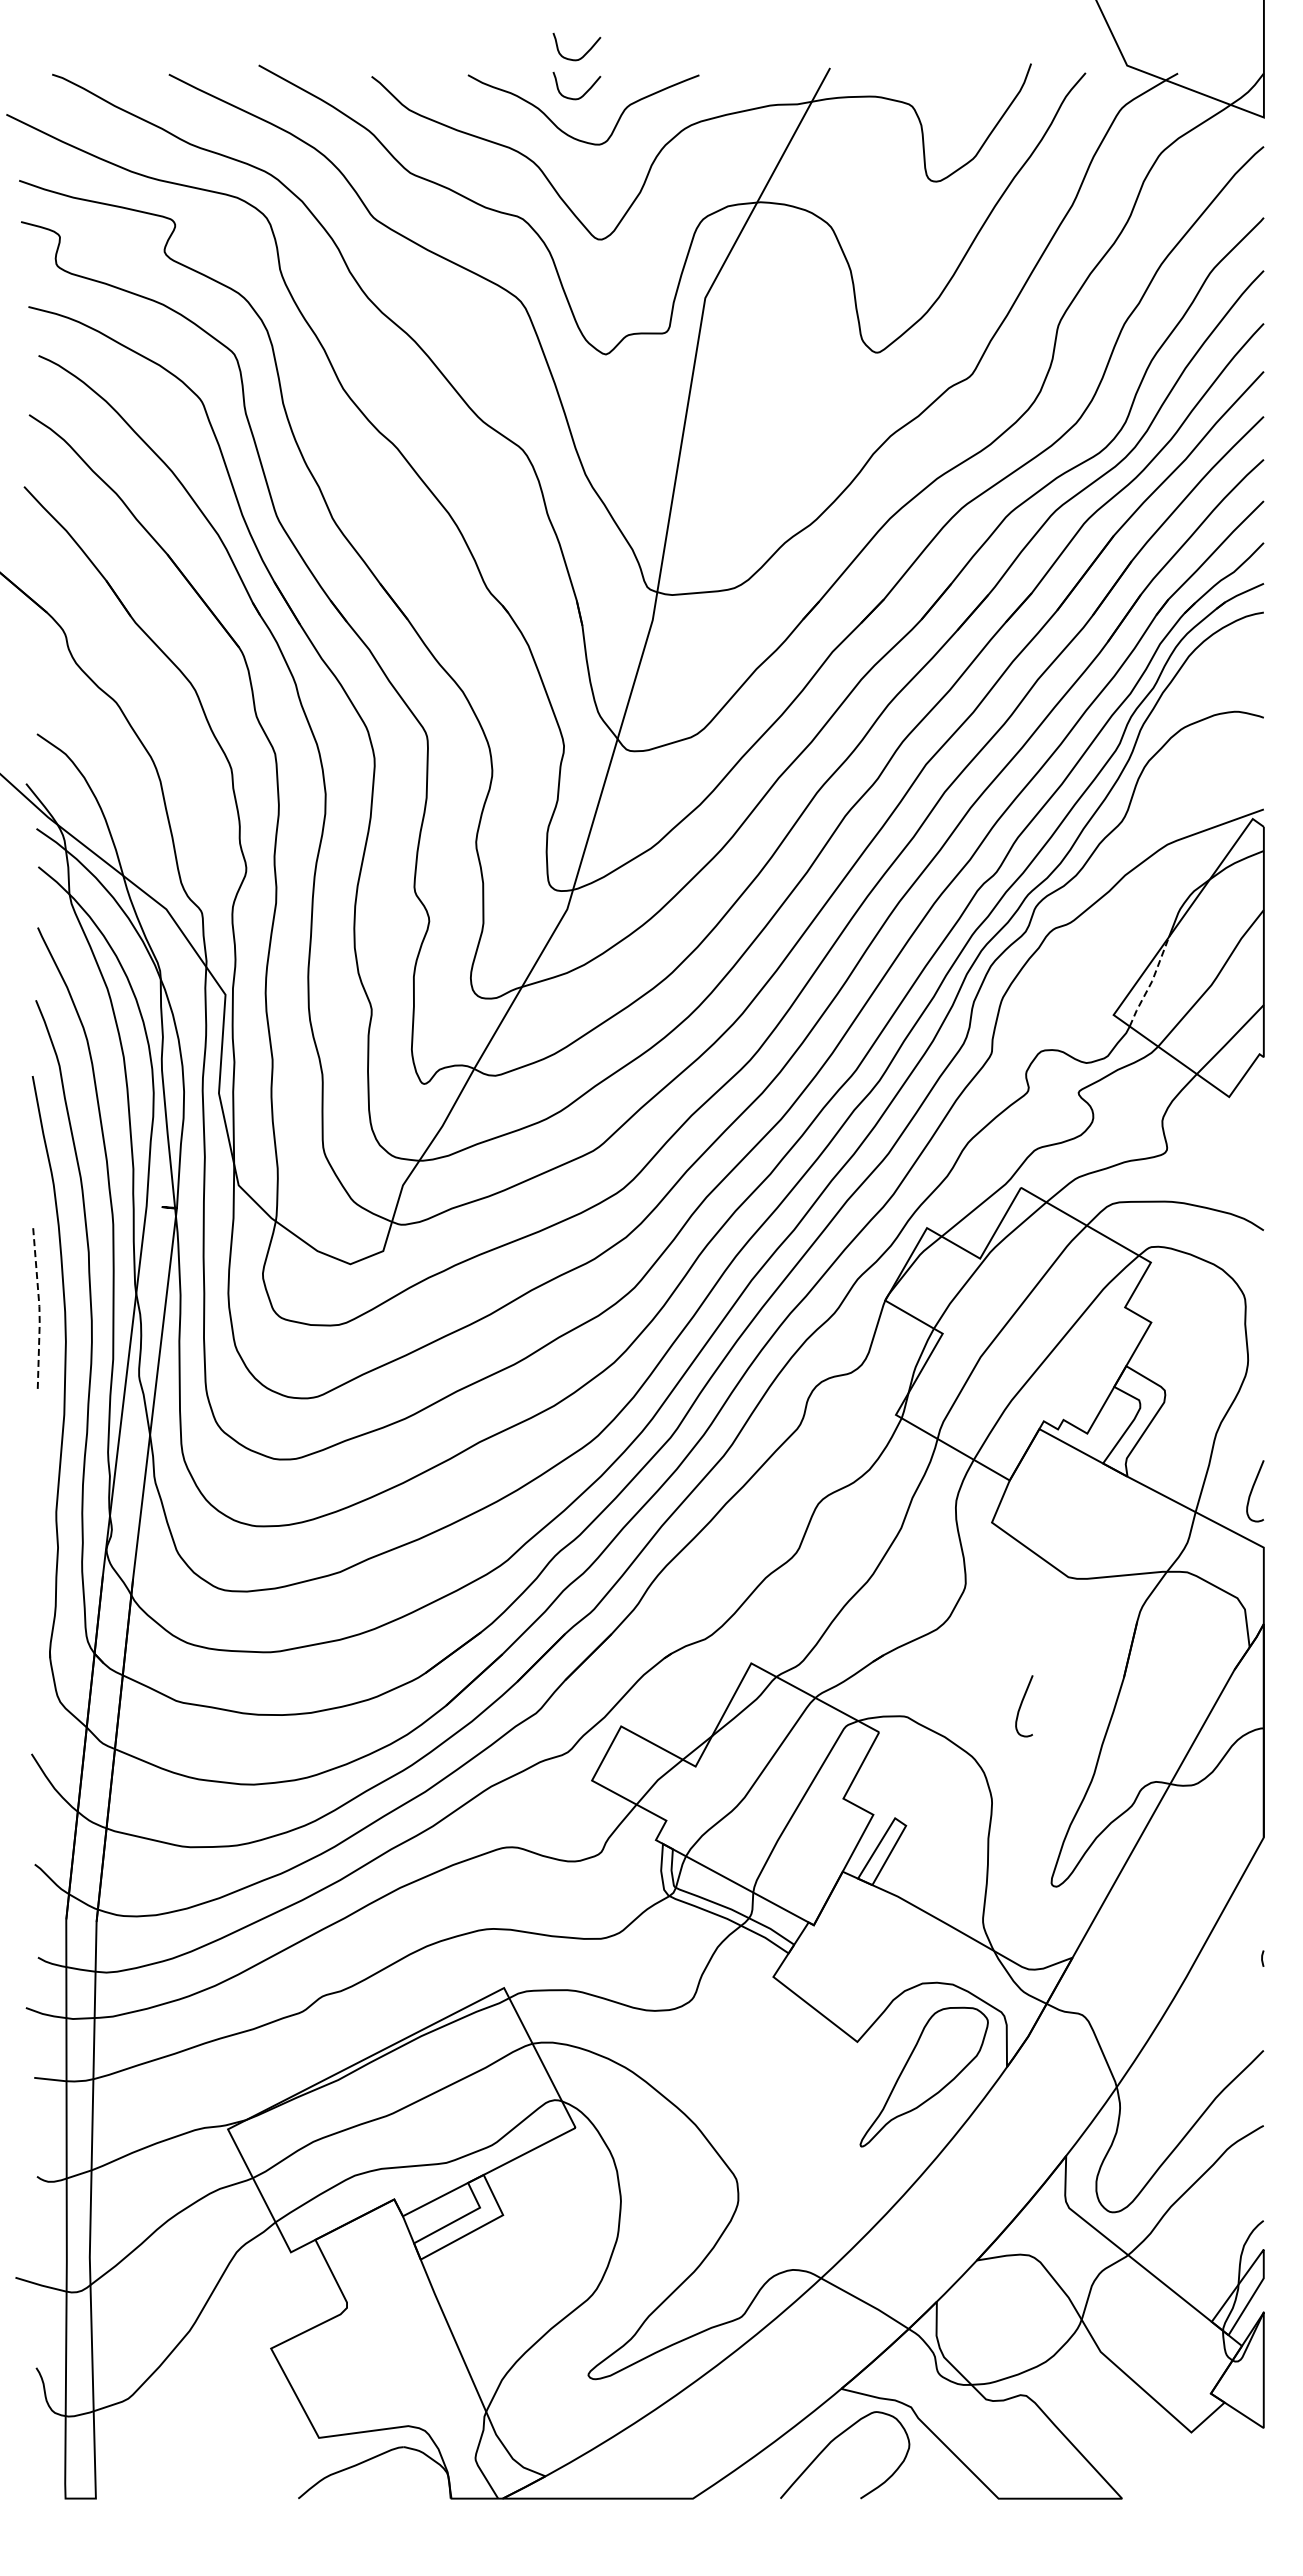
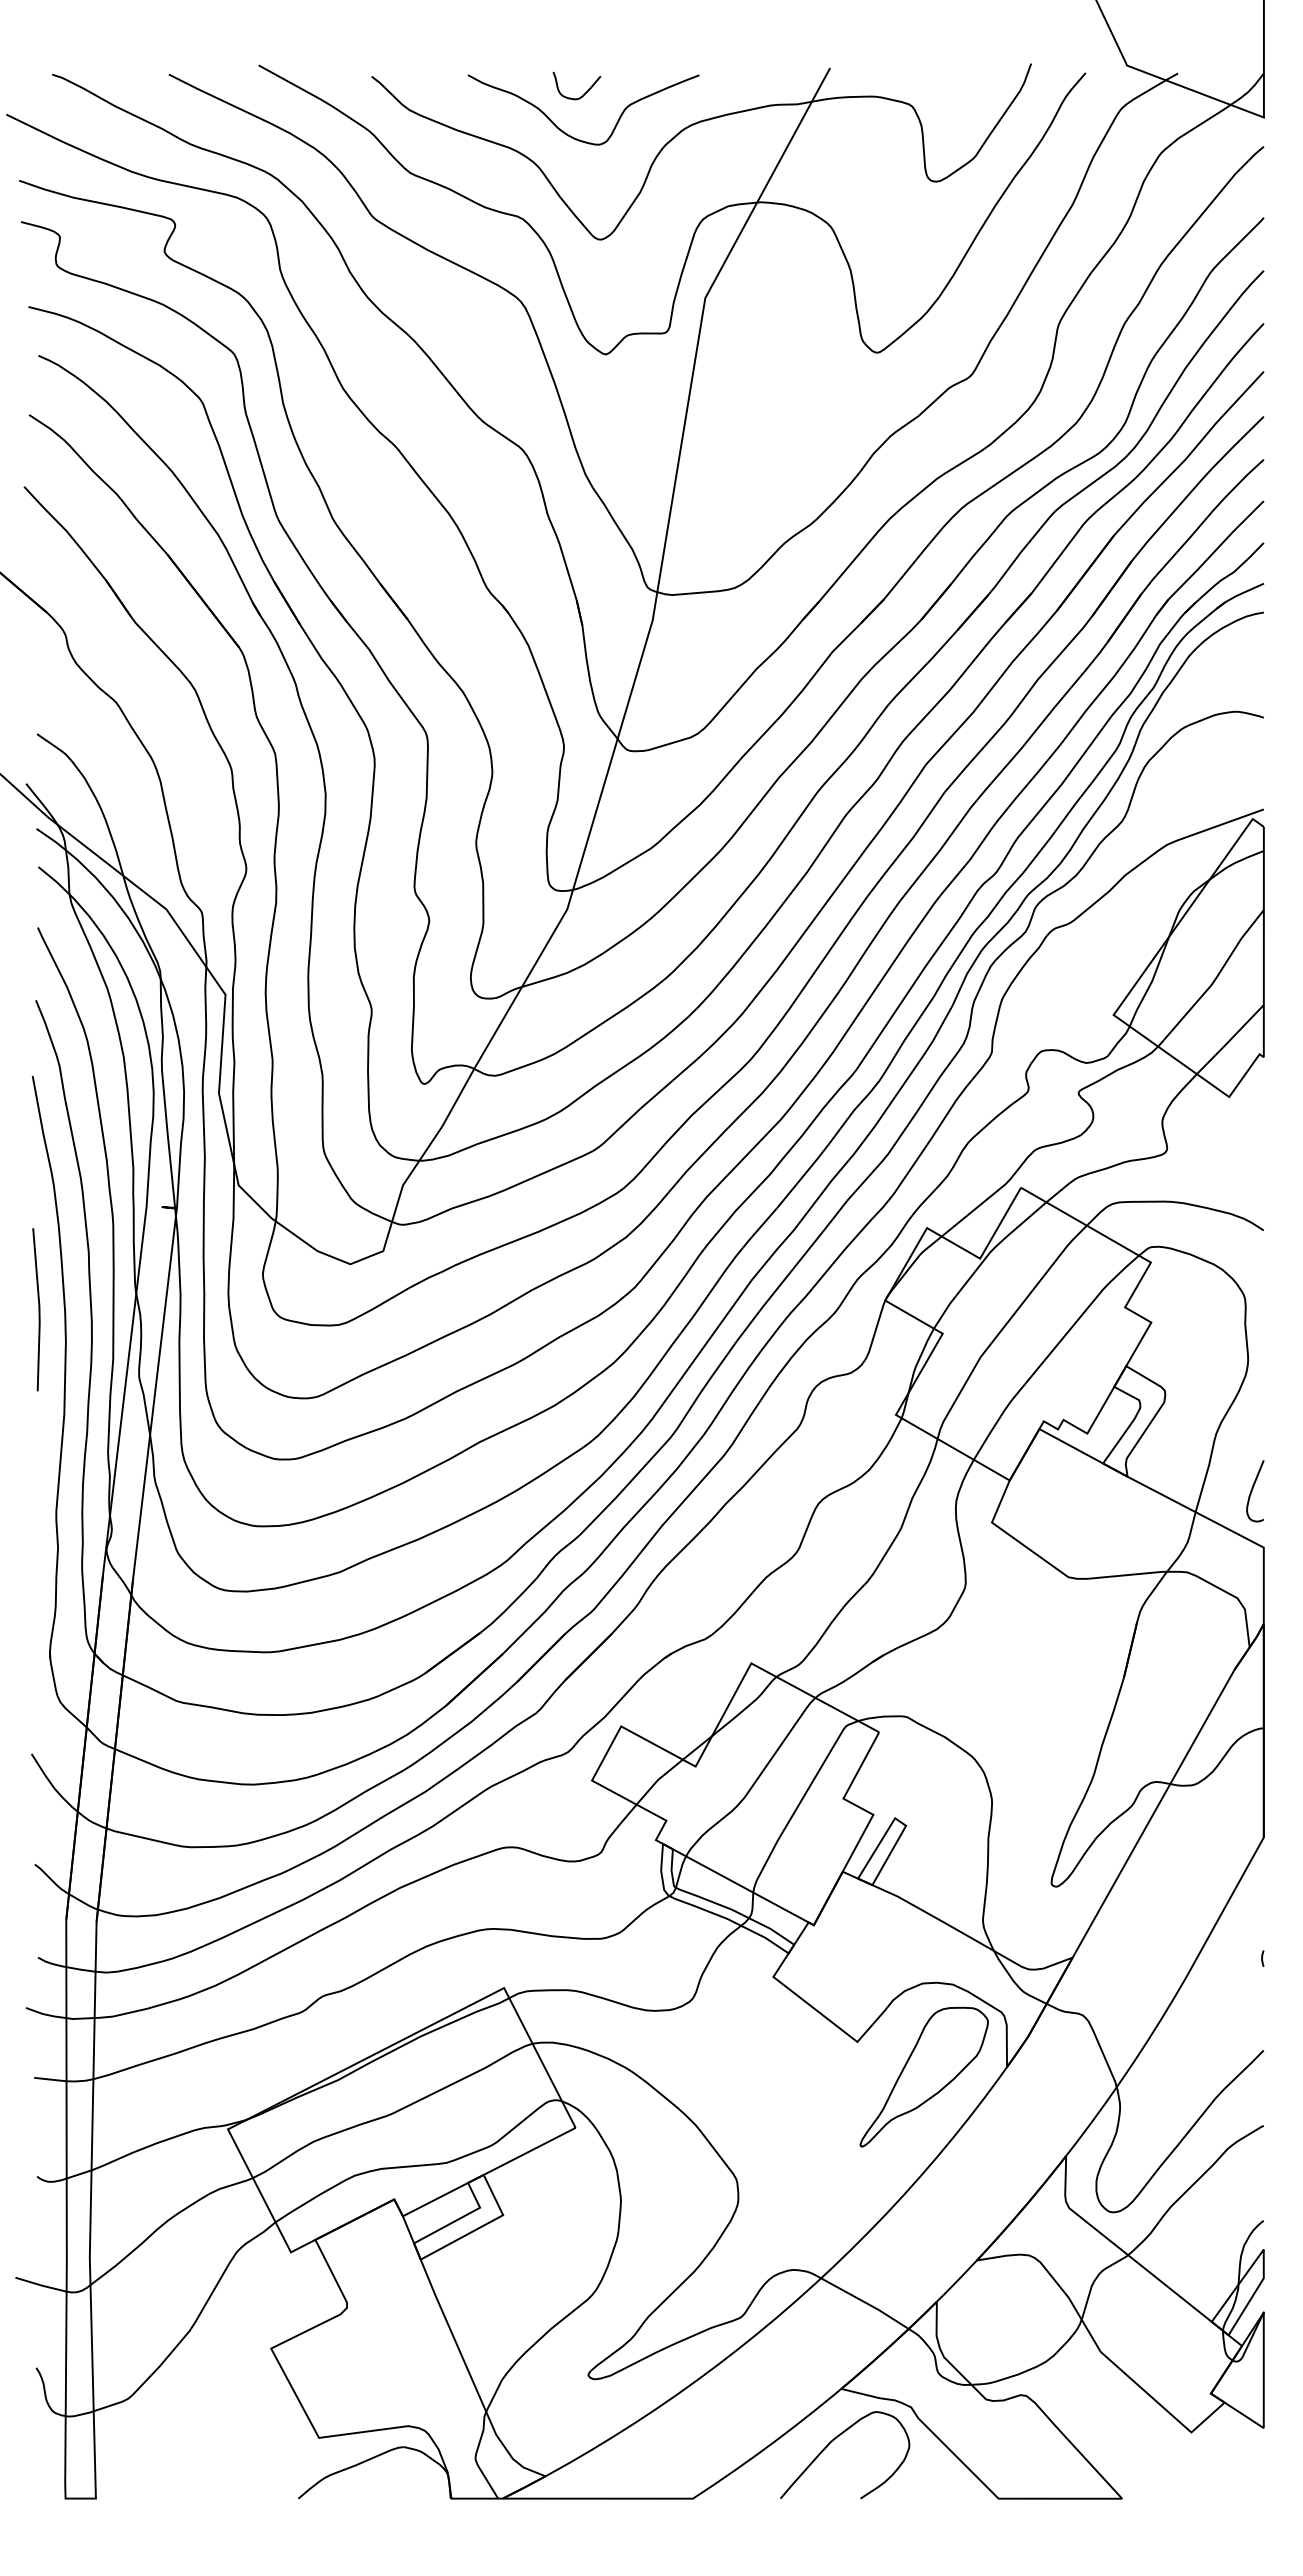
curve at (584, 54): present -> none
line at (1151, 982): dashed -> solid
line at (39, 1310): dashed -> solid
curve at (1022, 1704): present -> none
